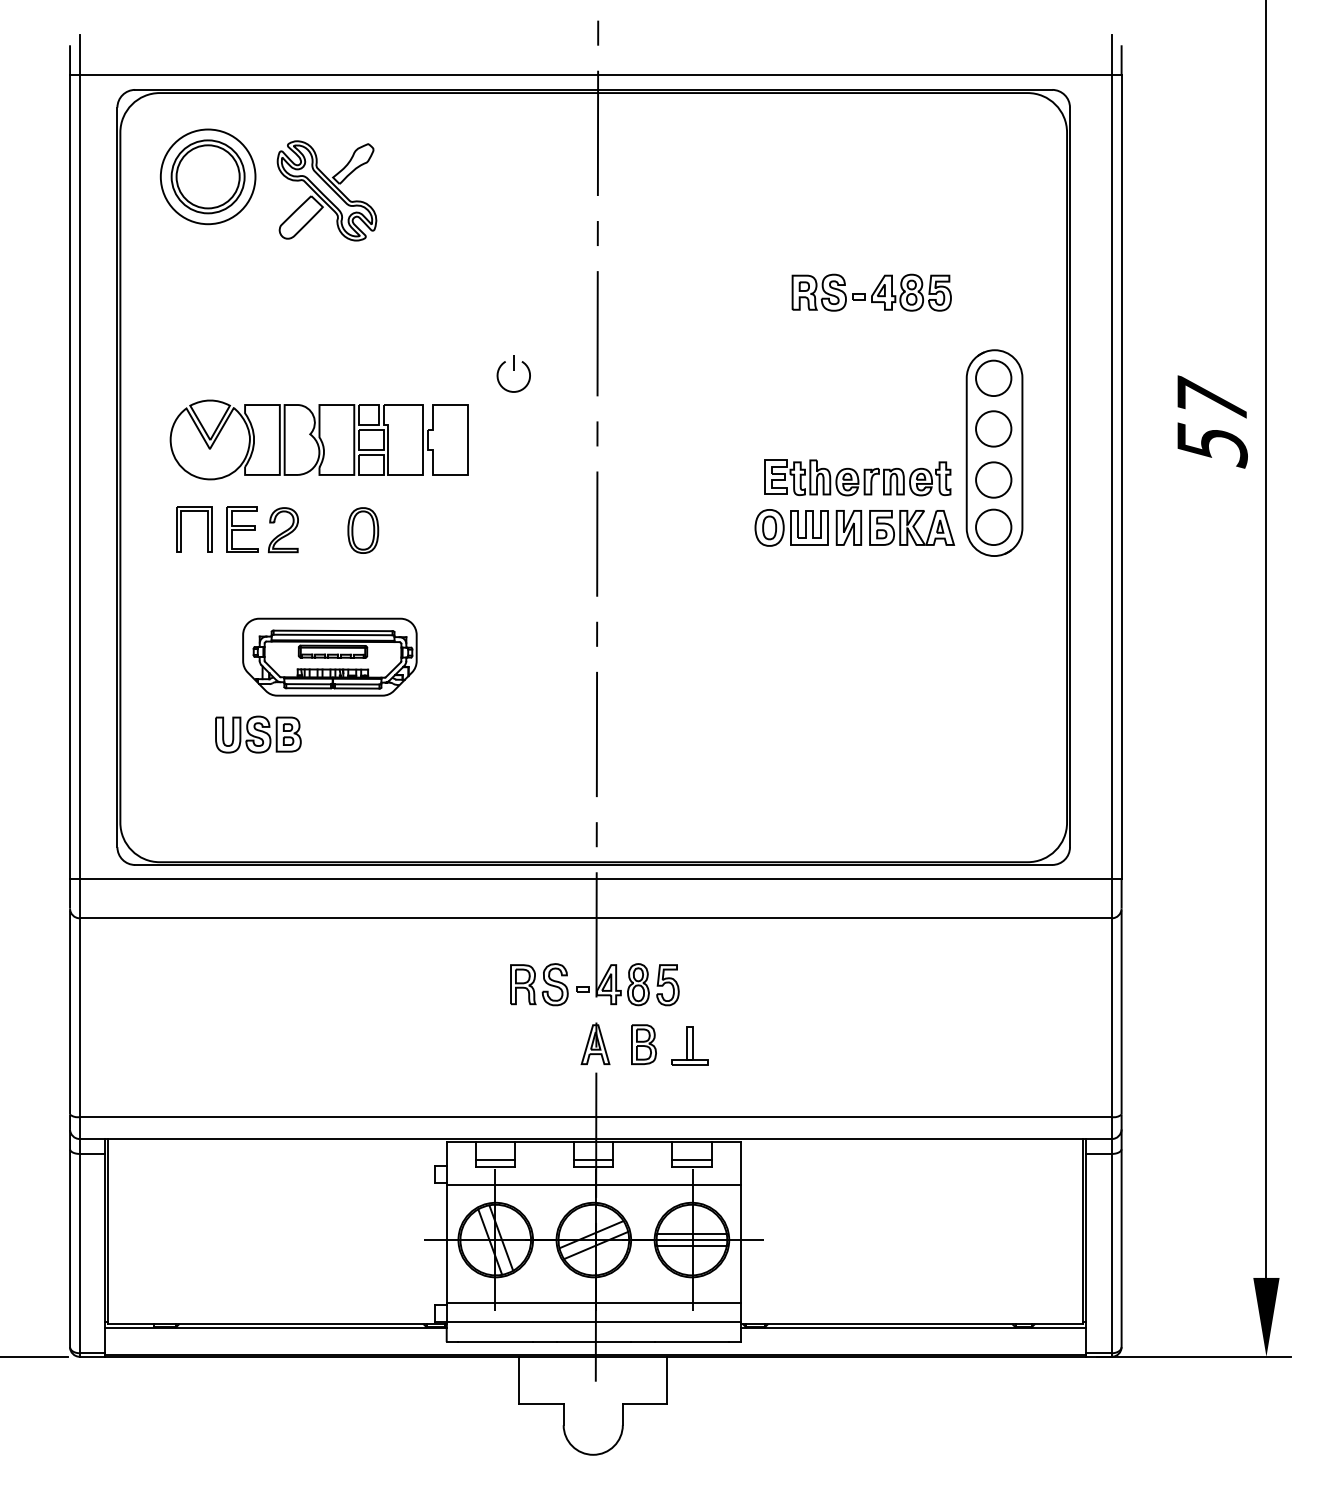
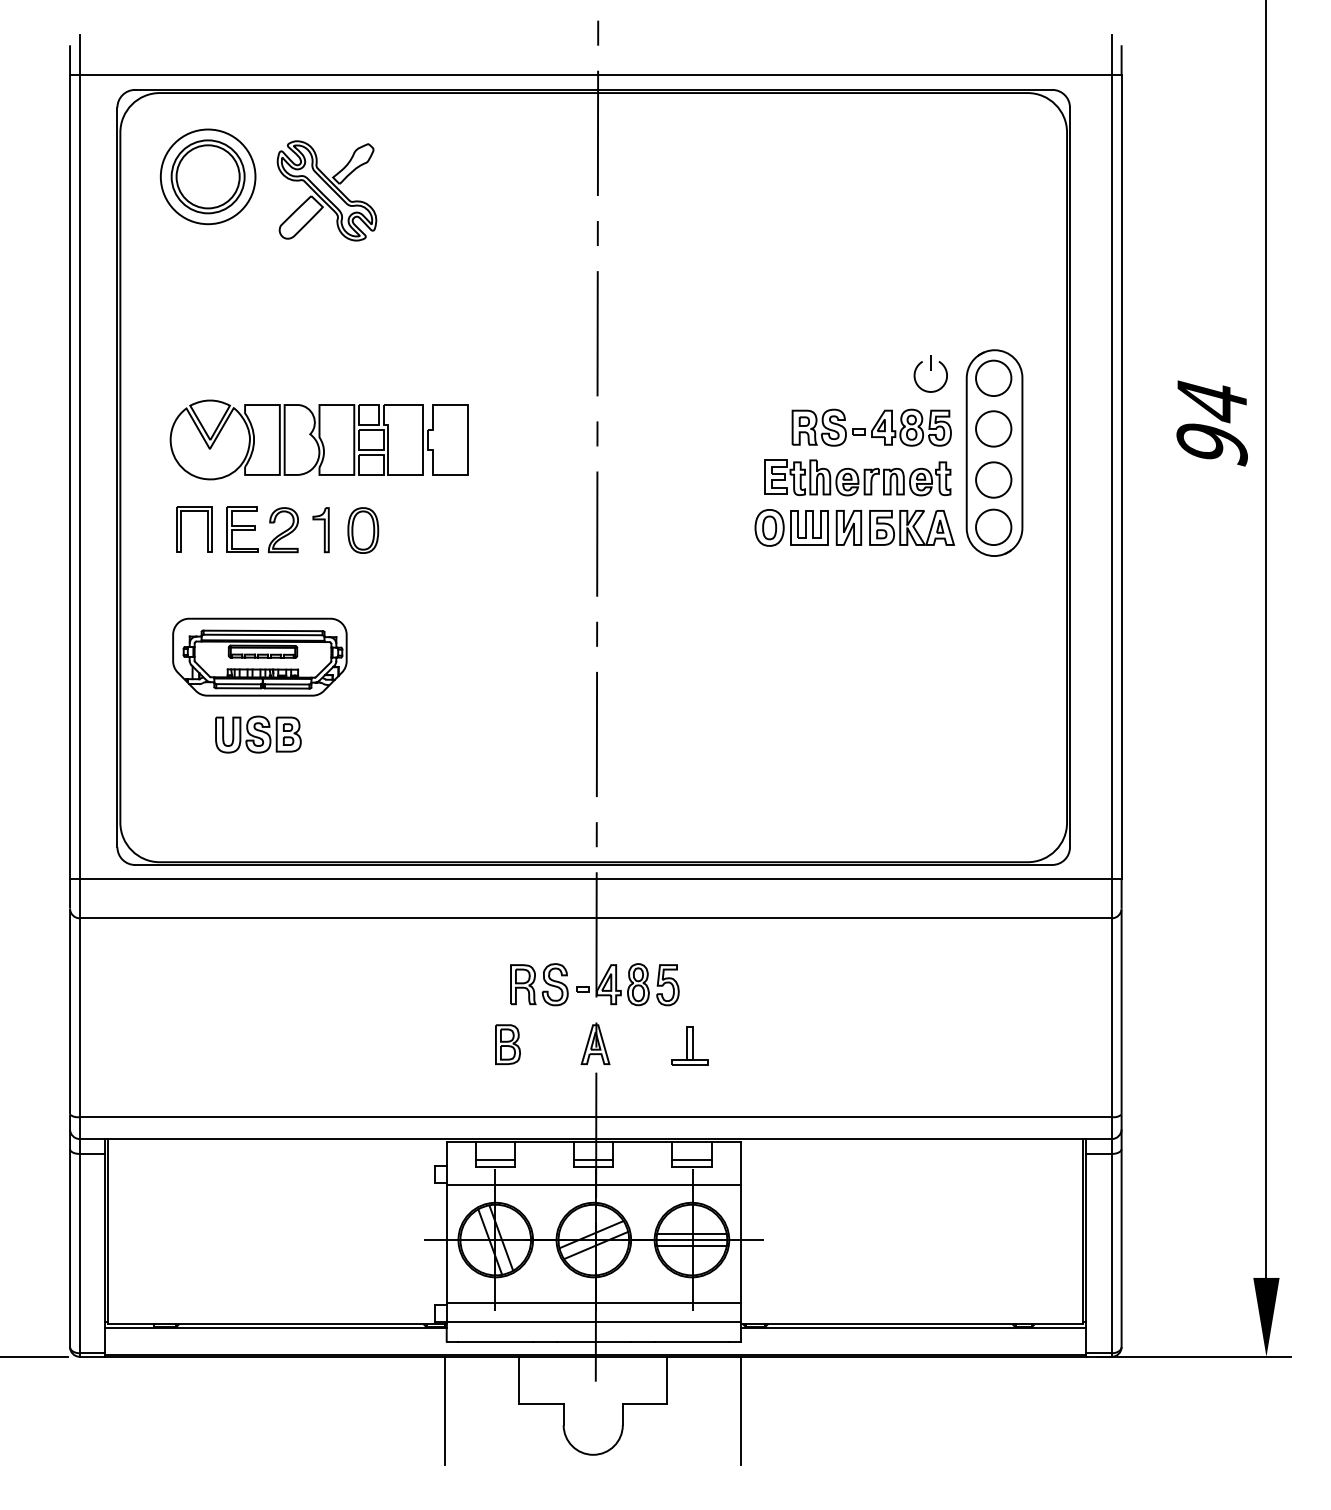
part at (871, 292) position: (871, 292) -> (871, 427)
part at (513, 373) position: (513, 373) -> (930, 373)
text at (1211, 421): 57 -> 94
part at (320, 530): none -> present
part at (329, 656) position: (329, 656) -> (259, 656)
part at (643, 1044) position: (643, 1044) -> (507, 1044)
line at (445, 1410): none -> present
line at (741, 1410): none -> present
